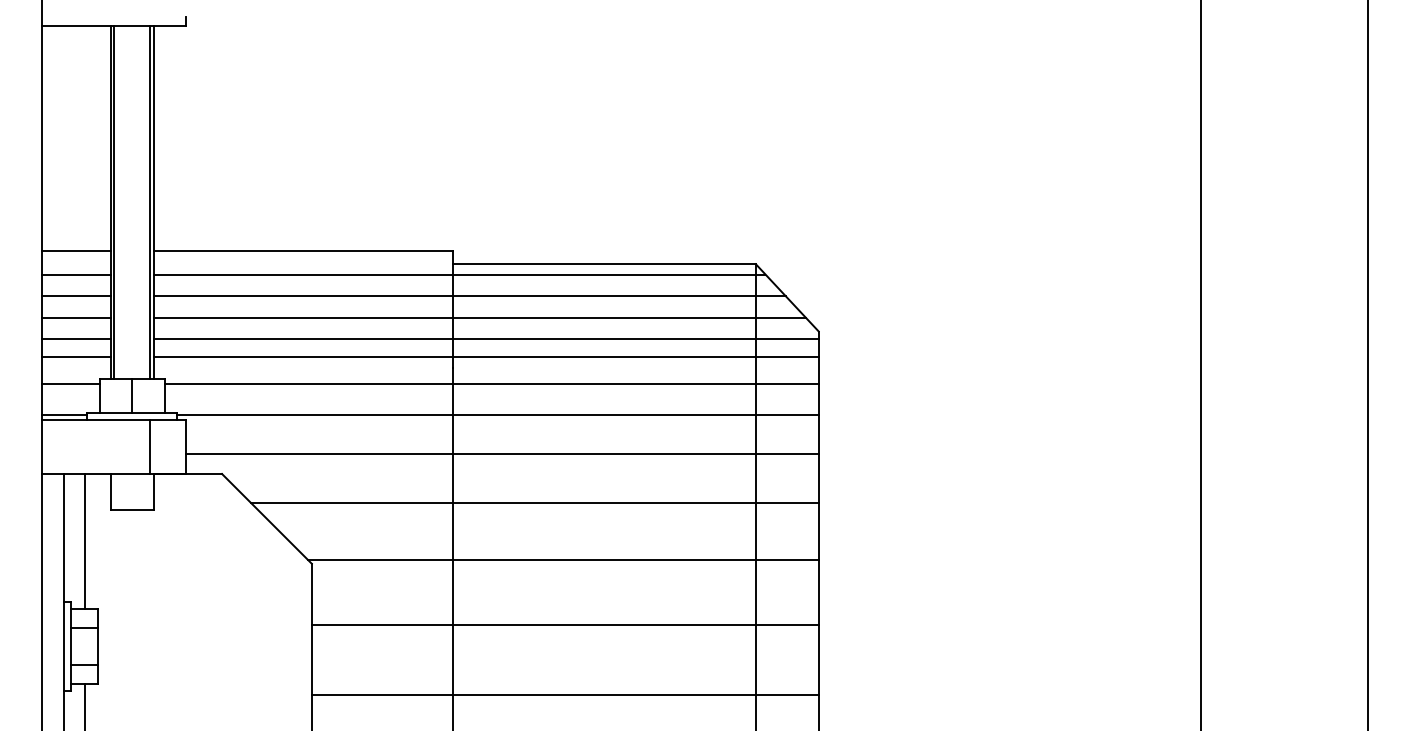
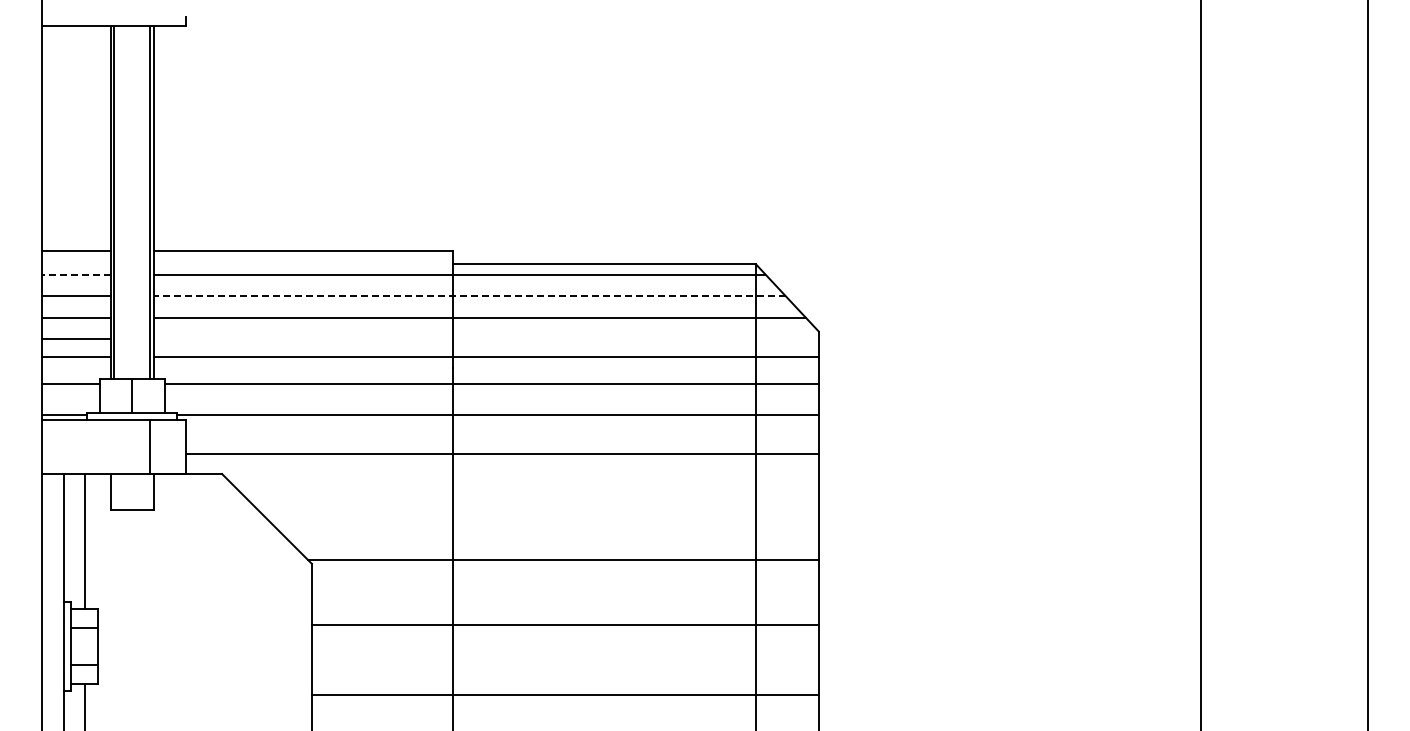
line at (75, 274): solid -> dashed
line at (469, 296): solid -> dashed
line at (485, 339): present -> none
line at (534, 502): present -> none
